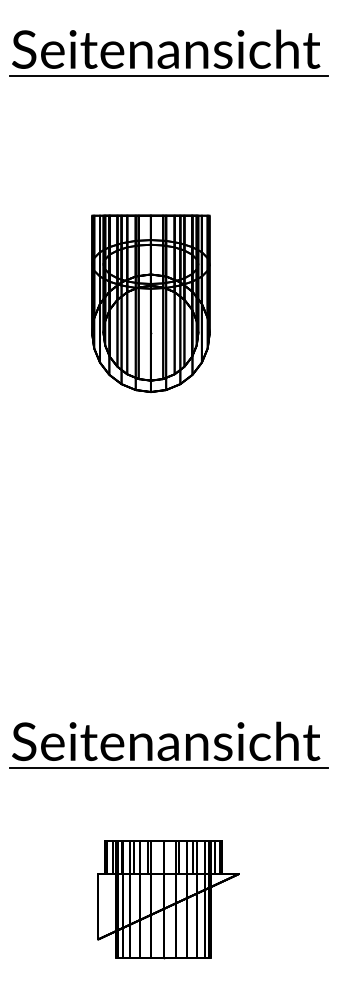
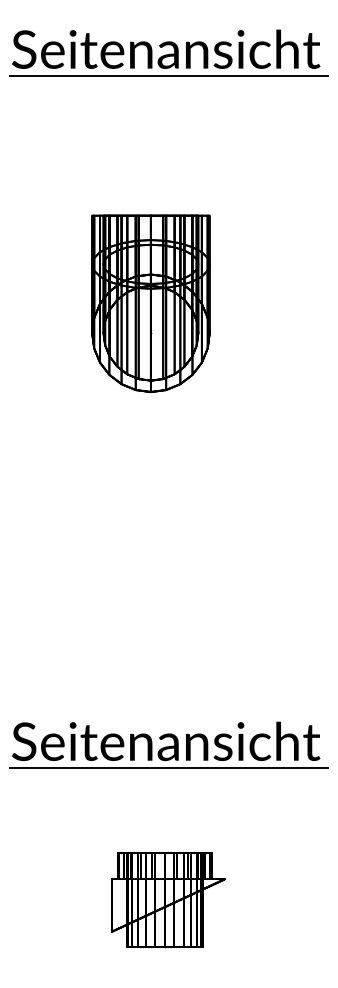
part at (168, 899) size: 143x120 px -> 115x97 px
